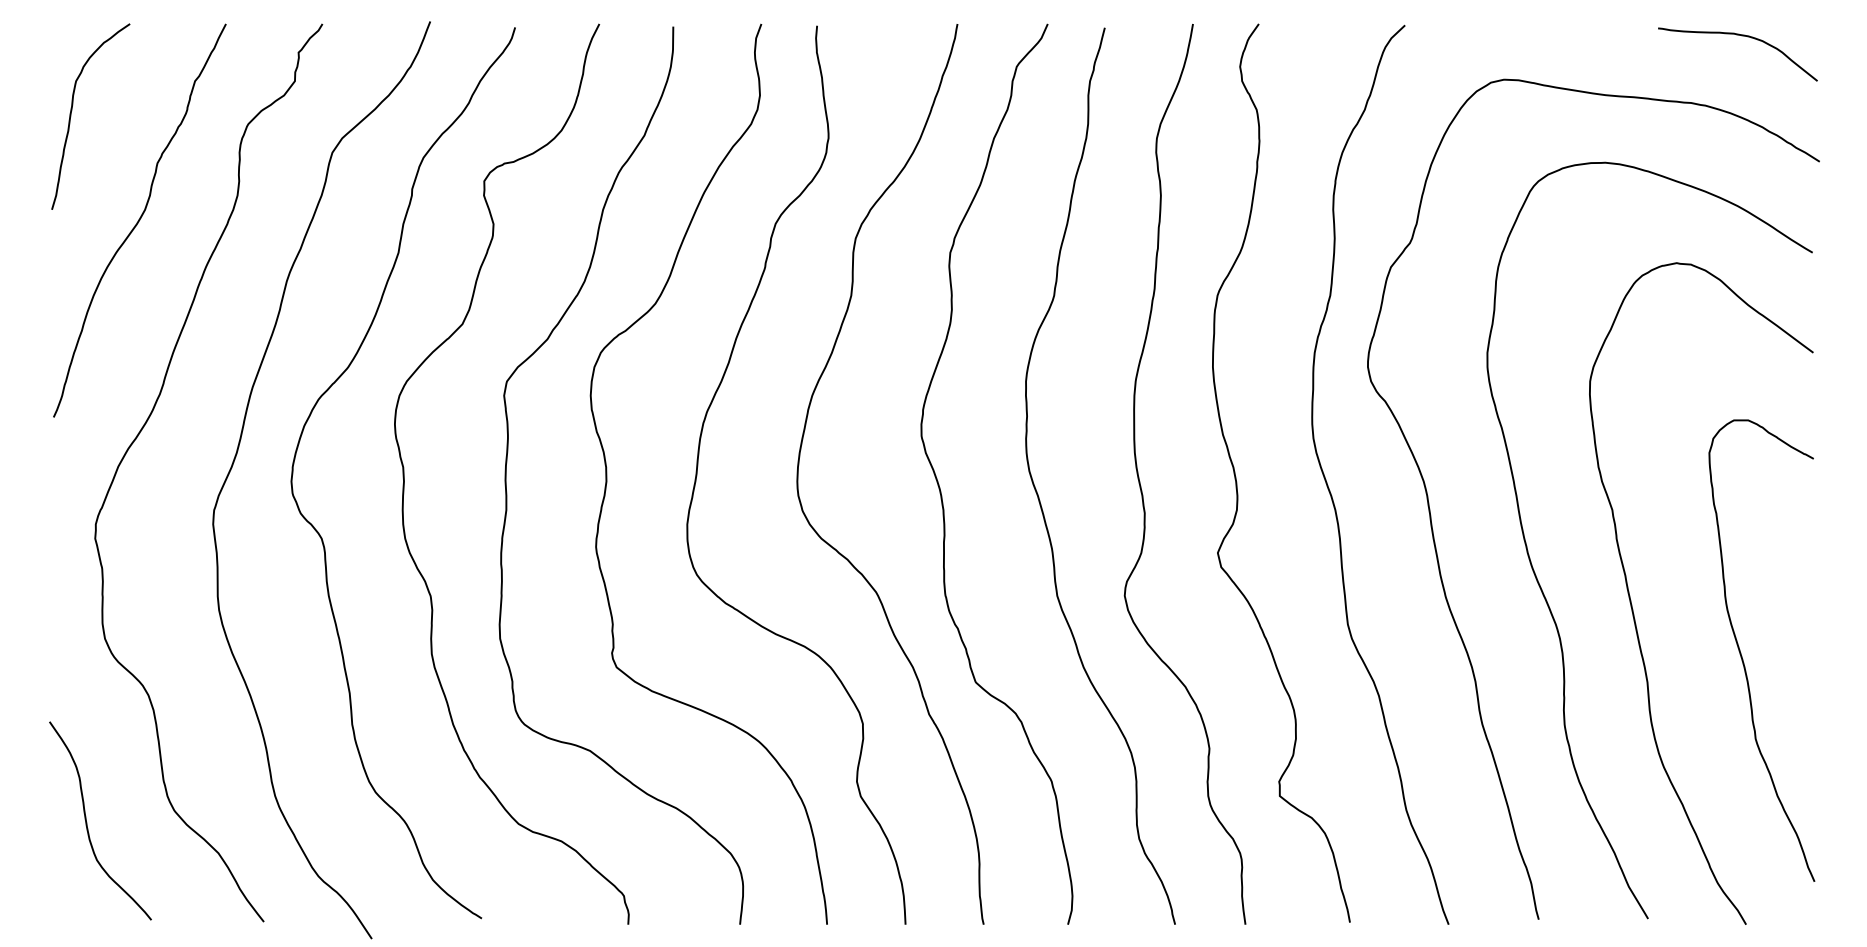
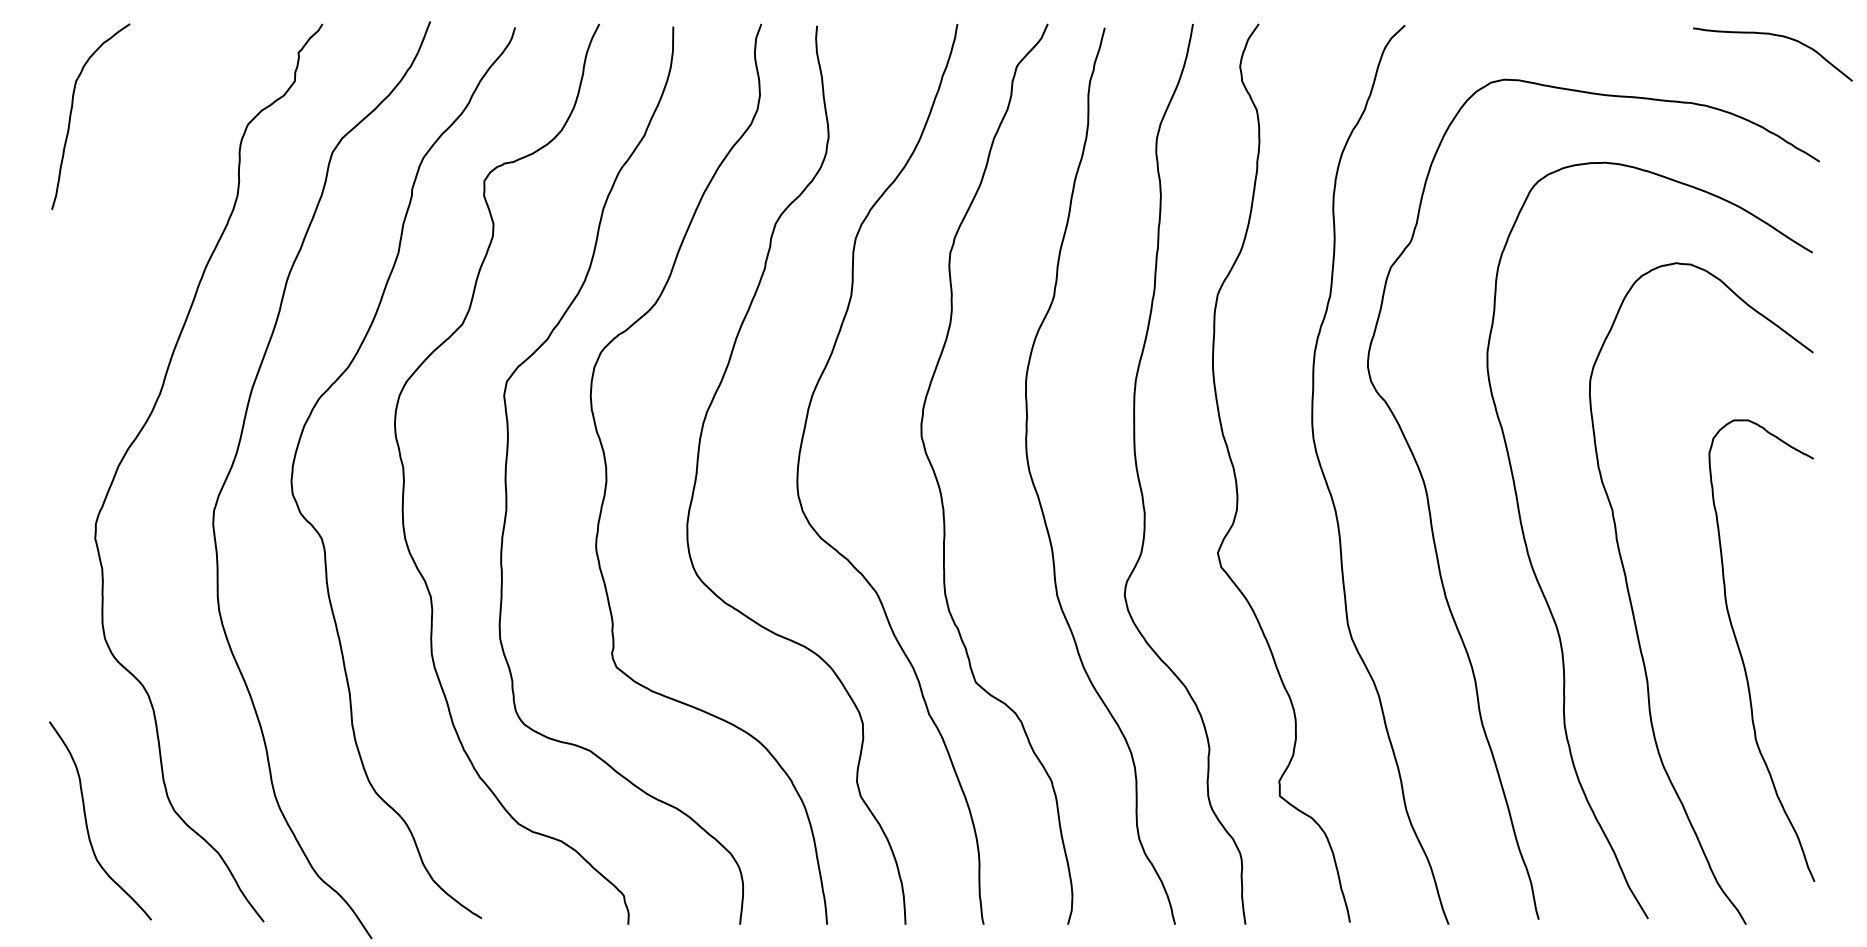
curve at (1741, 36) position: (1741, 36) -> (1776, 36)
curve at (139, 220): present -> none
